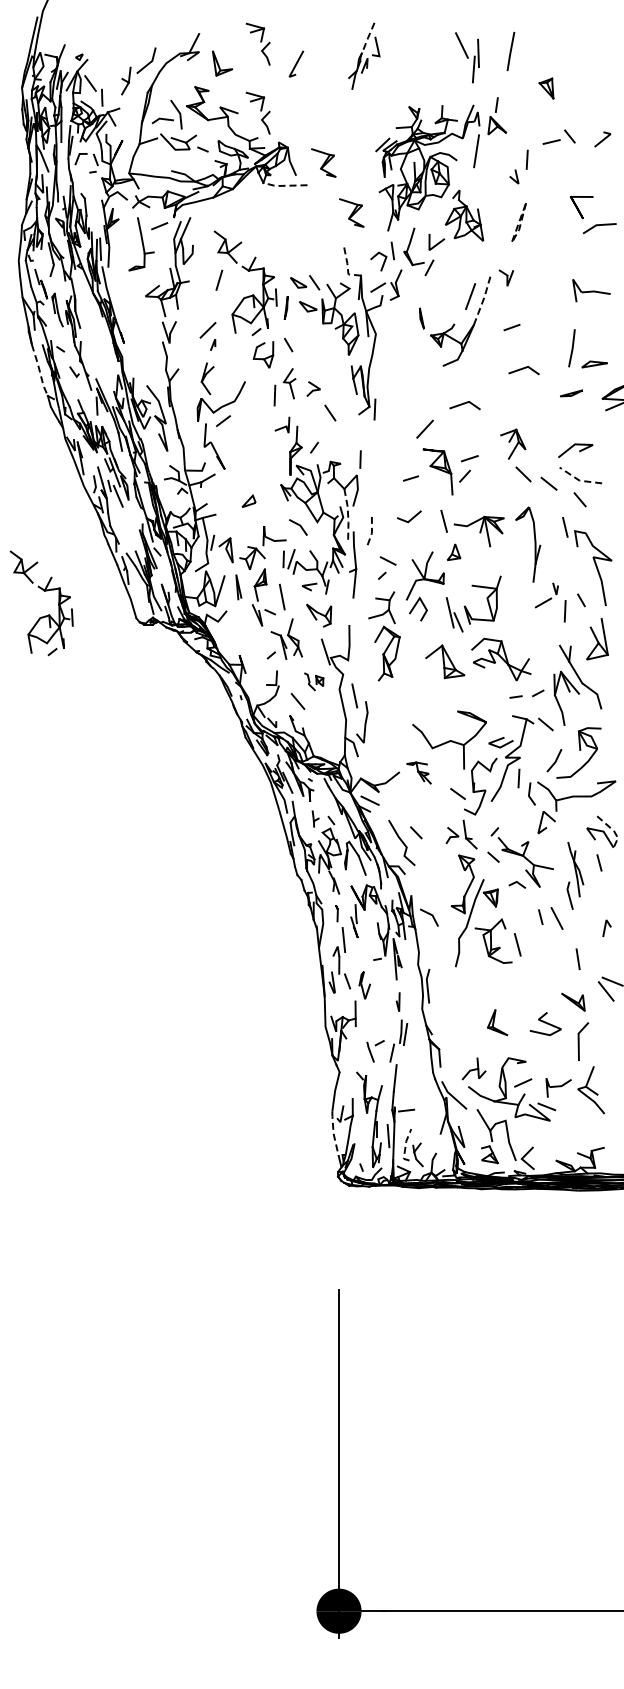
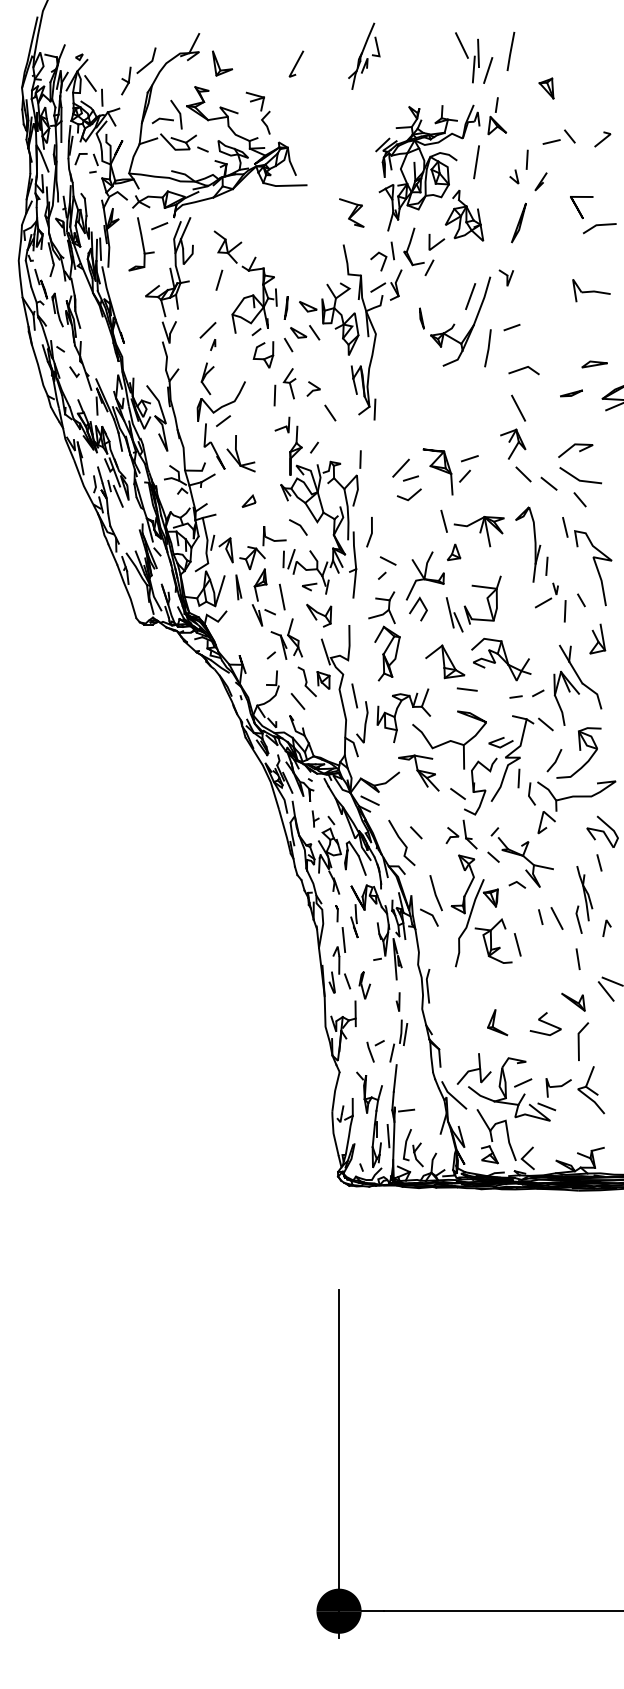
line at (367, 40): dashed -> solid
part at (257, 43): present -> none
line at (488, 70): none -> present
line at (476, 151) position: (476, 151) -> (476, 162)
part at (323, 162): present -> none
line at (540, 181): none -> present
line at (284, 185): dashed -> solid
line at (511, 242): dashed -> solid
line at (347, 265): dashed -> solid
part at (305, 282) position: (305, 282) -> (305, 332)
line at (483, 301): dashed -> solid
line at (571, 348) position: (571, 348) -> (487, 348)
line at (39, 371): dashed -> solid
line at (464, 404): present -> none
line at (518, 407): none -> present
line at (424, 428) position: (424, 428) -> (400, 467)
part at (240, 453): none -> present
line at (579, 480): dashed -> solid
line at (348, 515): dashed -> solid
line at (409, 519) position: (409, 519) -> (409, 497)
line at (371, 533): dashed -> solid
line at (546, 565): none -> present
part at (43, 591): present -> none
part at (597, 639) size: 23x43 px -> 18x32 px
part at (314, 681) size: 21x20 px -> 34x32 px
line at (466, 689): none -> present
part at (396, 714): none -> present
part at (418, 772) size: 26x24 px -> 42x38 px
line at (614, 831): dashed -> solid
part at (575, 875) position: (575, 875) -> (584, 899)
line at (435, 893): none -> present
part at (473, 1068) size: 26x24 px -> 36x32 px
line at (333, 1133): dashed -> solid
line at (405, 1146): dashed -> solid
